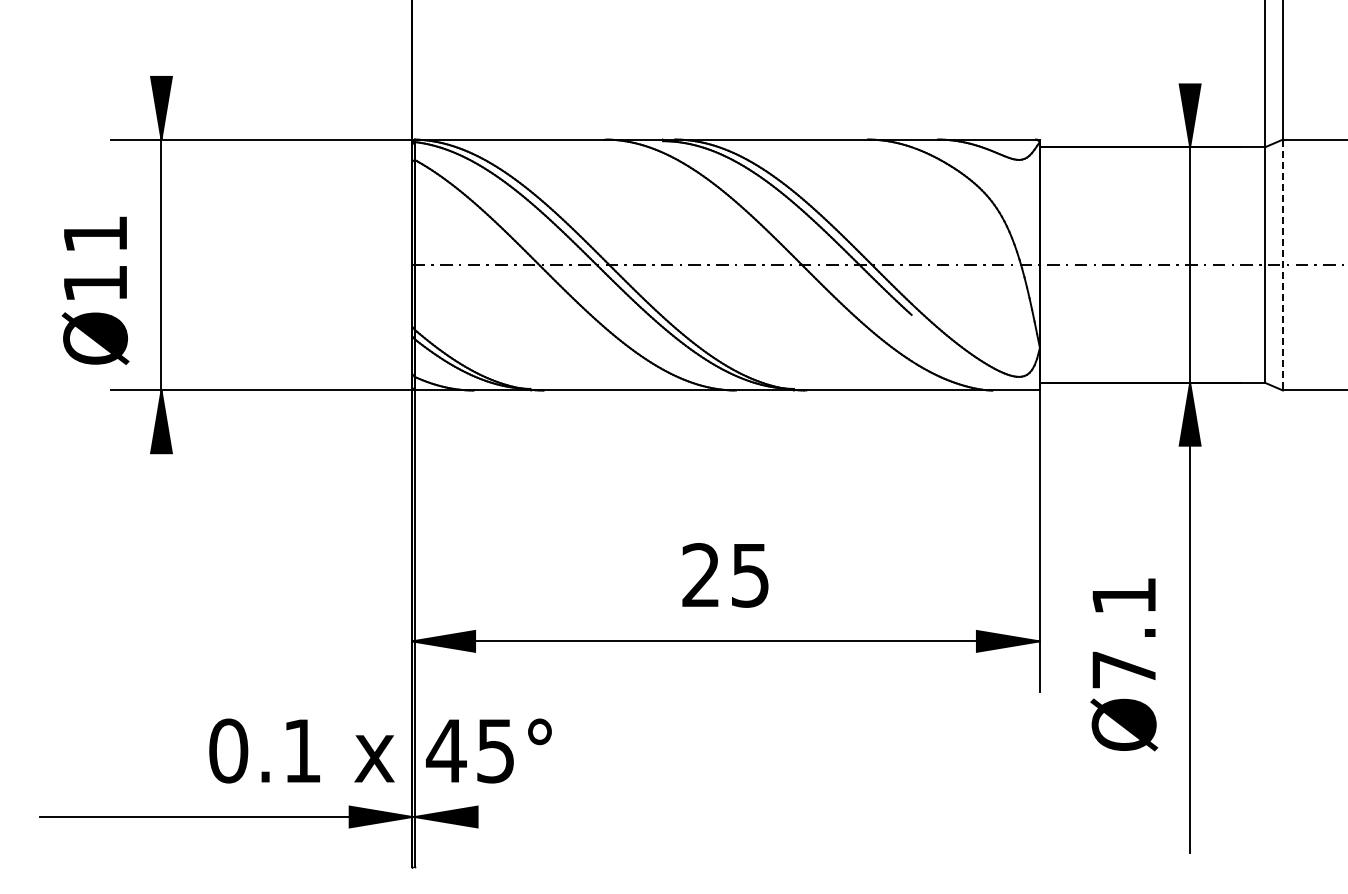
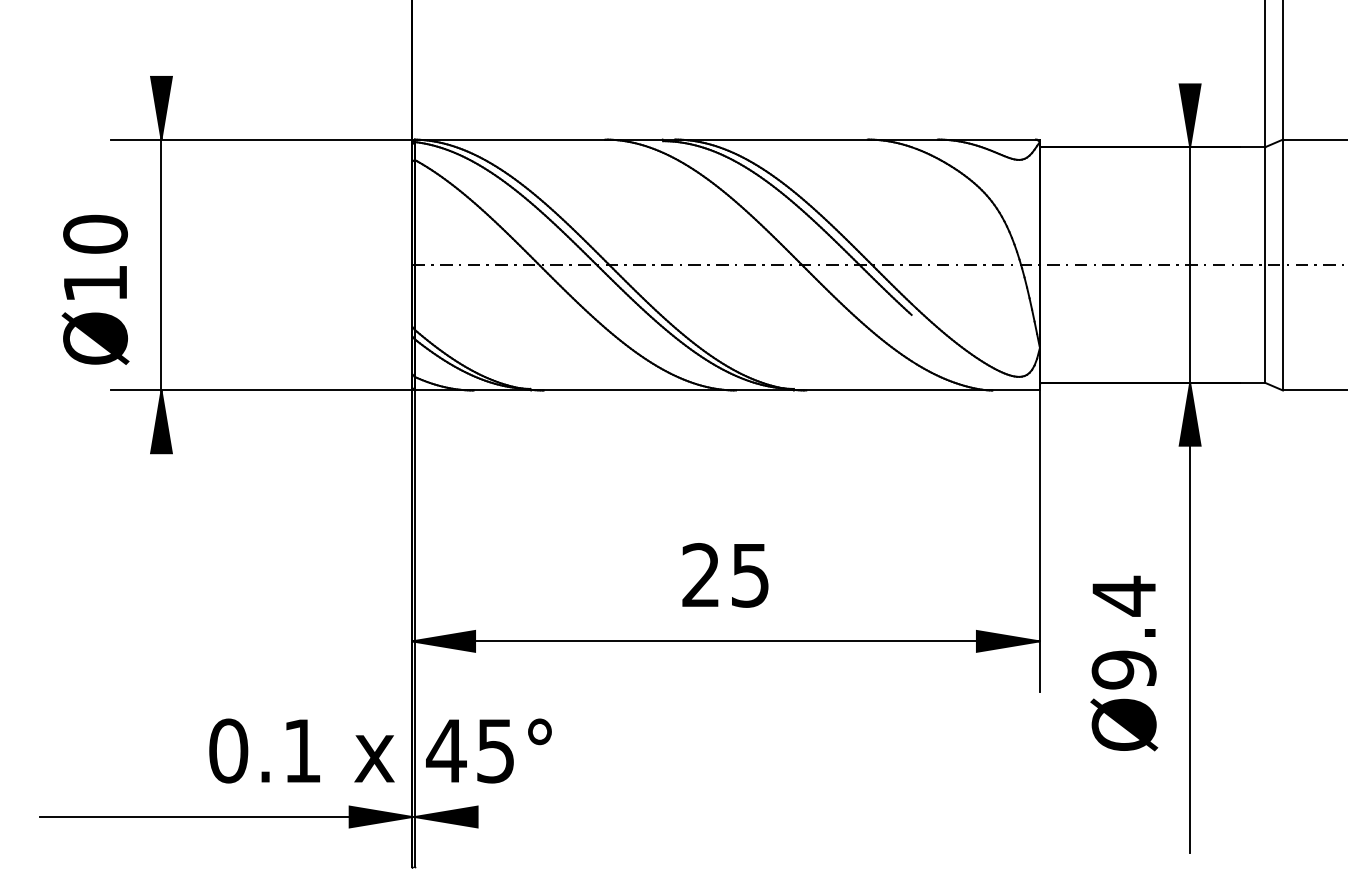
text at (95, 233): Ø11 -> Ø10
line at (1282, 265): dashed -> solid
text at (1123, 632): Ø7.1 -> Ø9.4
